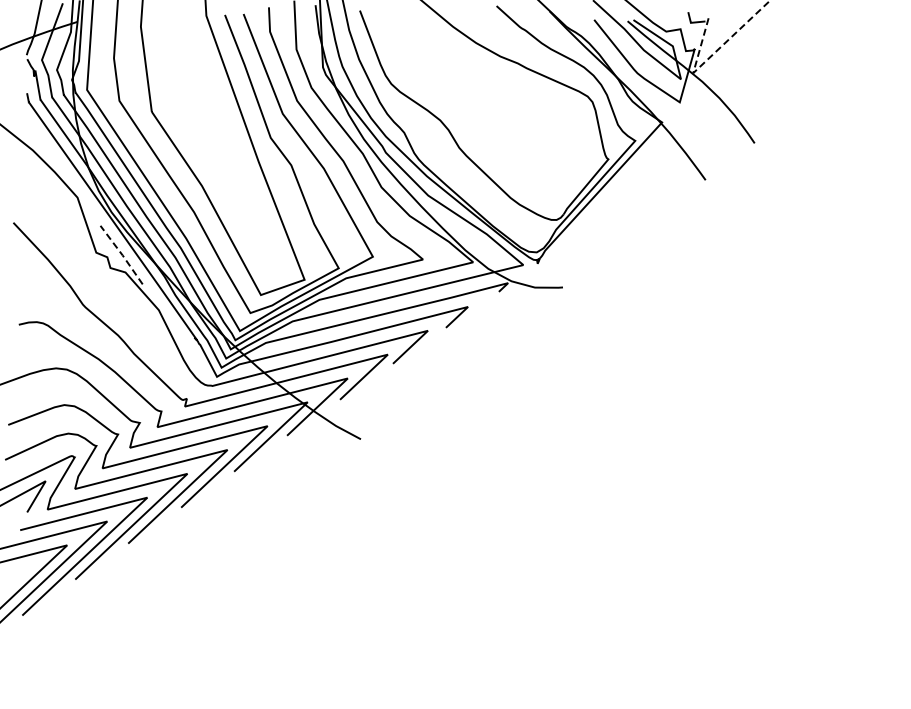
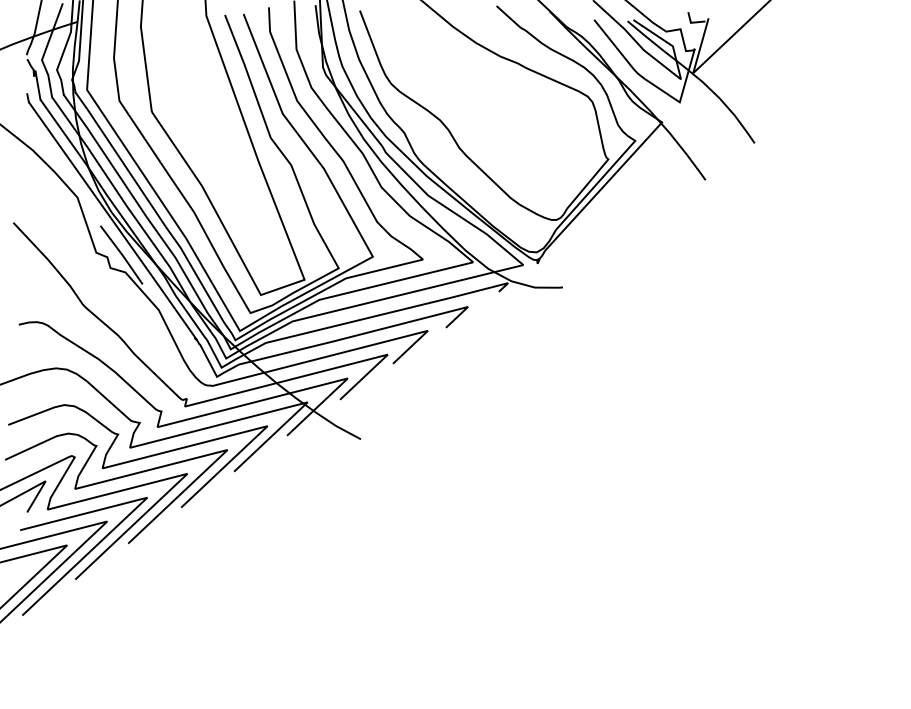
line at (710, 56): dashed -> solid
line at (122, 254): dashed -> solid
